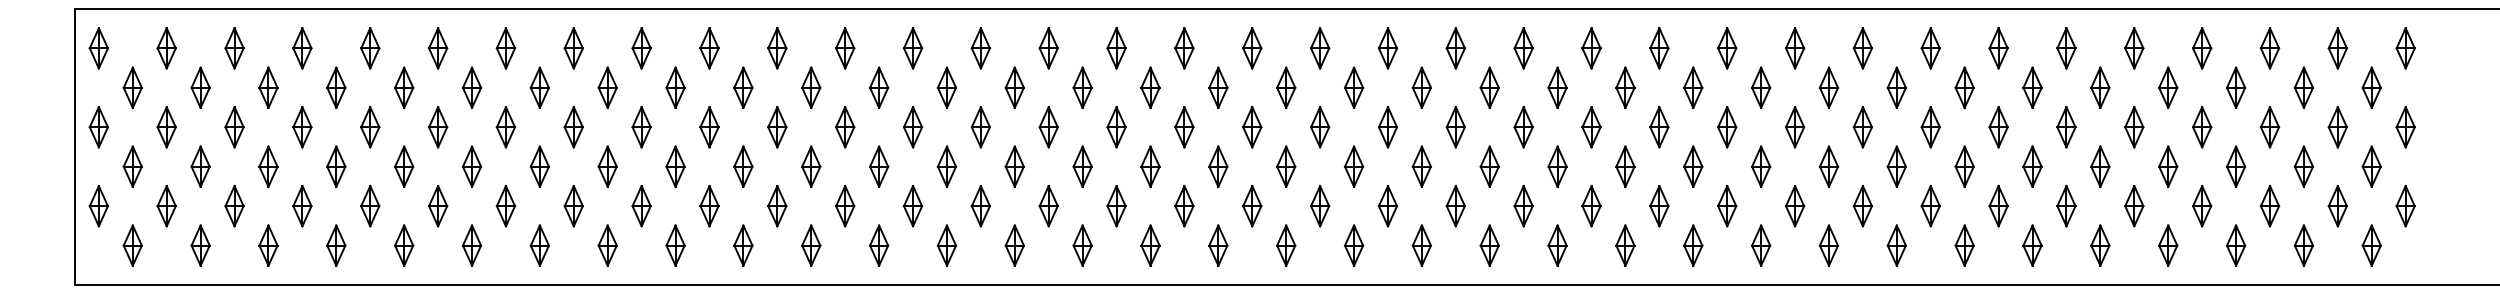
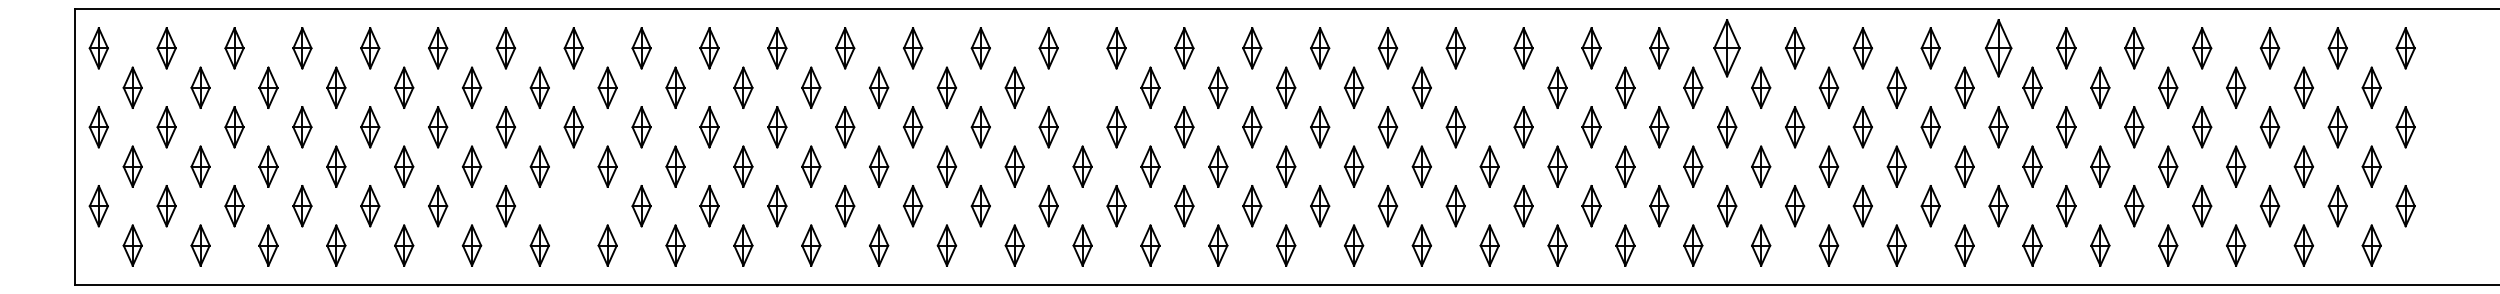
part at (1727, 48) size: 21x43 px -> 28x59 px
part at (1998, 48) size: 21x43 px -> 29x59 px
part at (1082, 87): present -> none
part at (1489, 87): present -> none
part at (573, 206): present -> none
